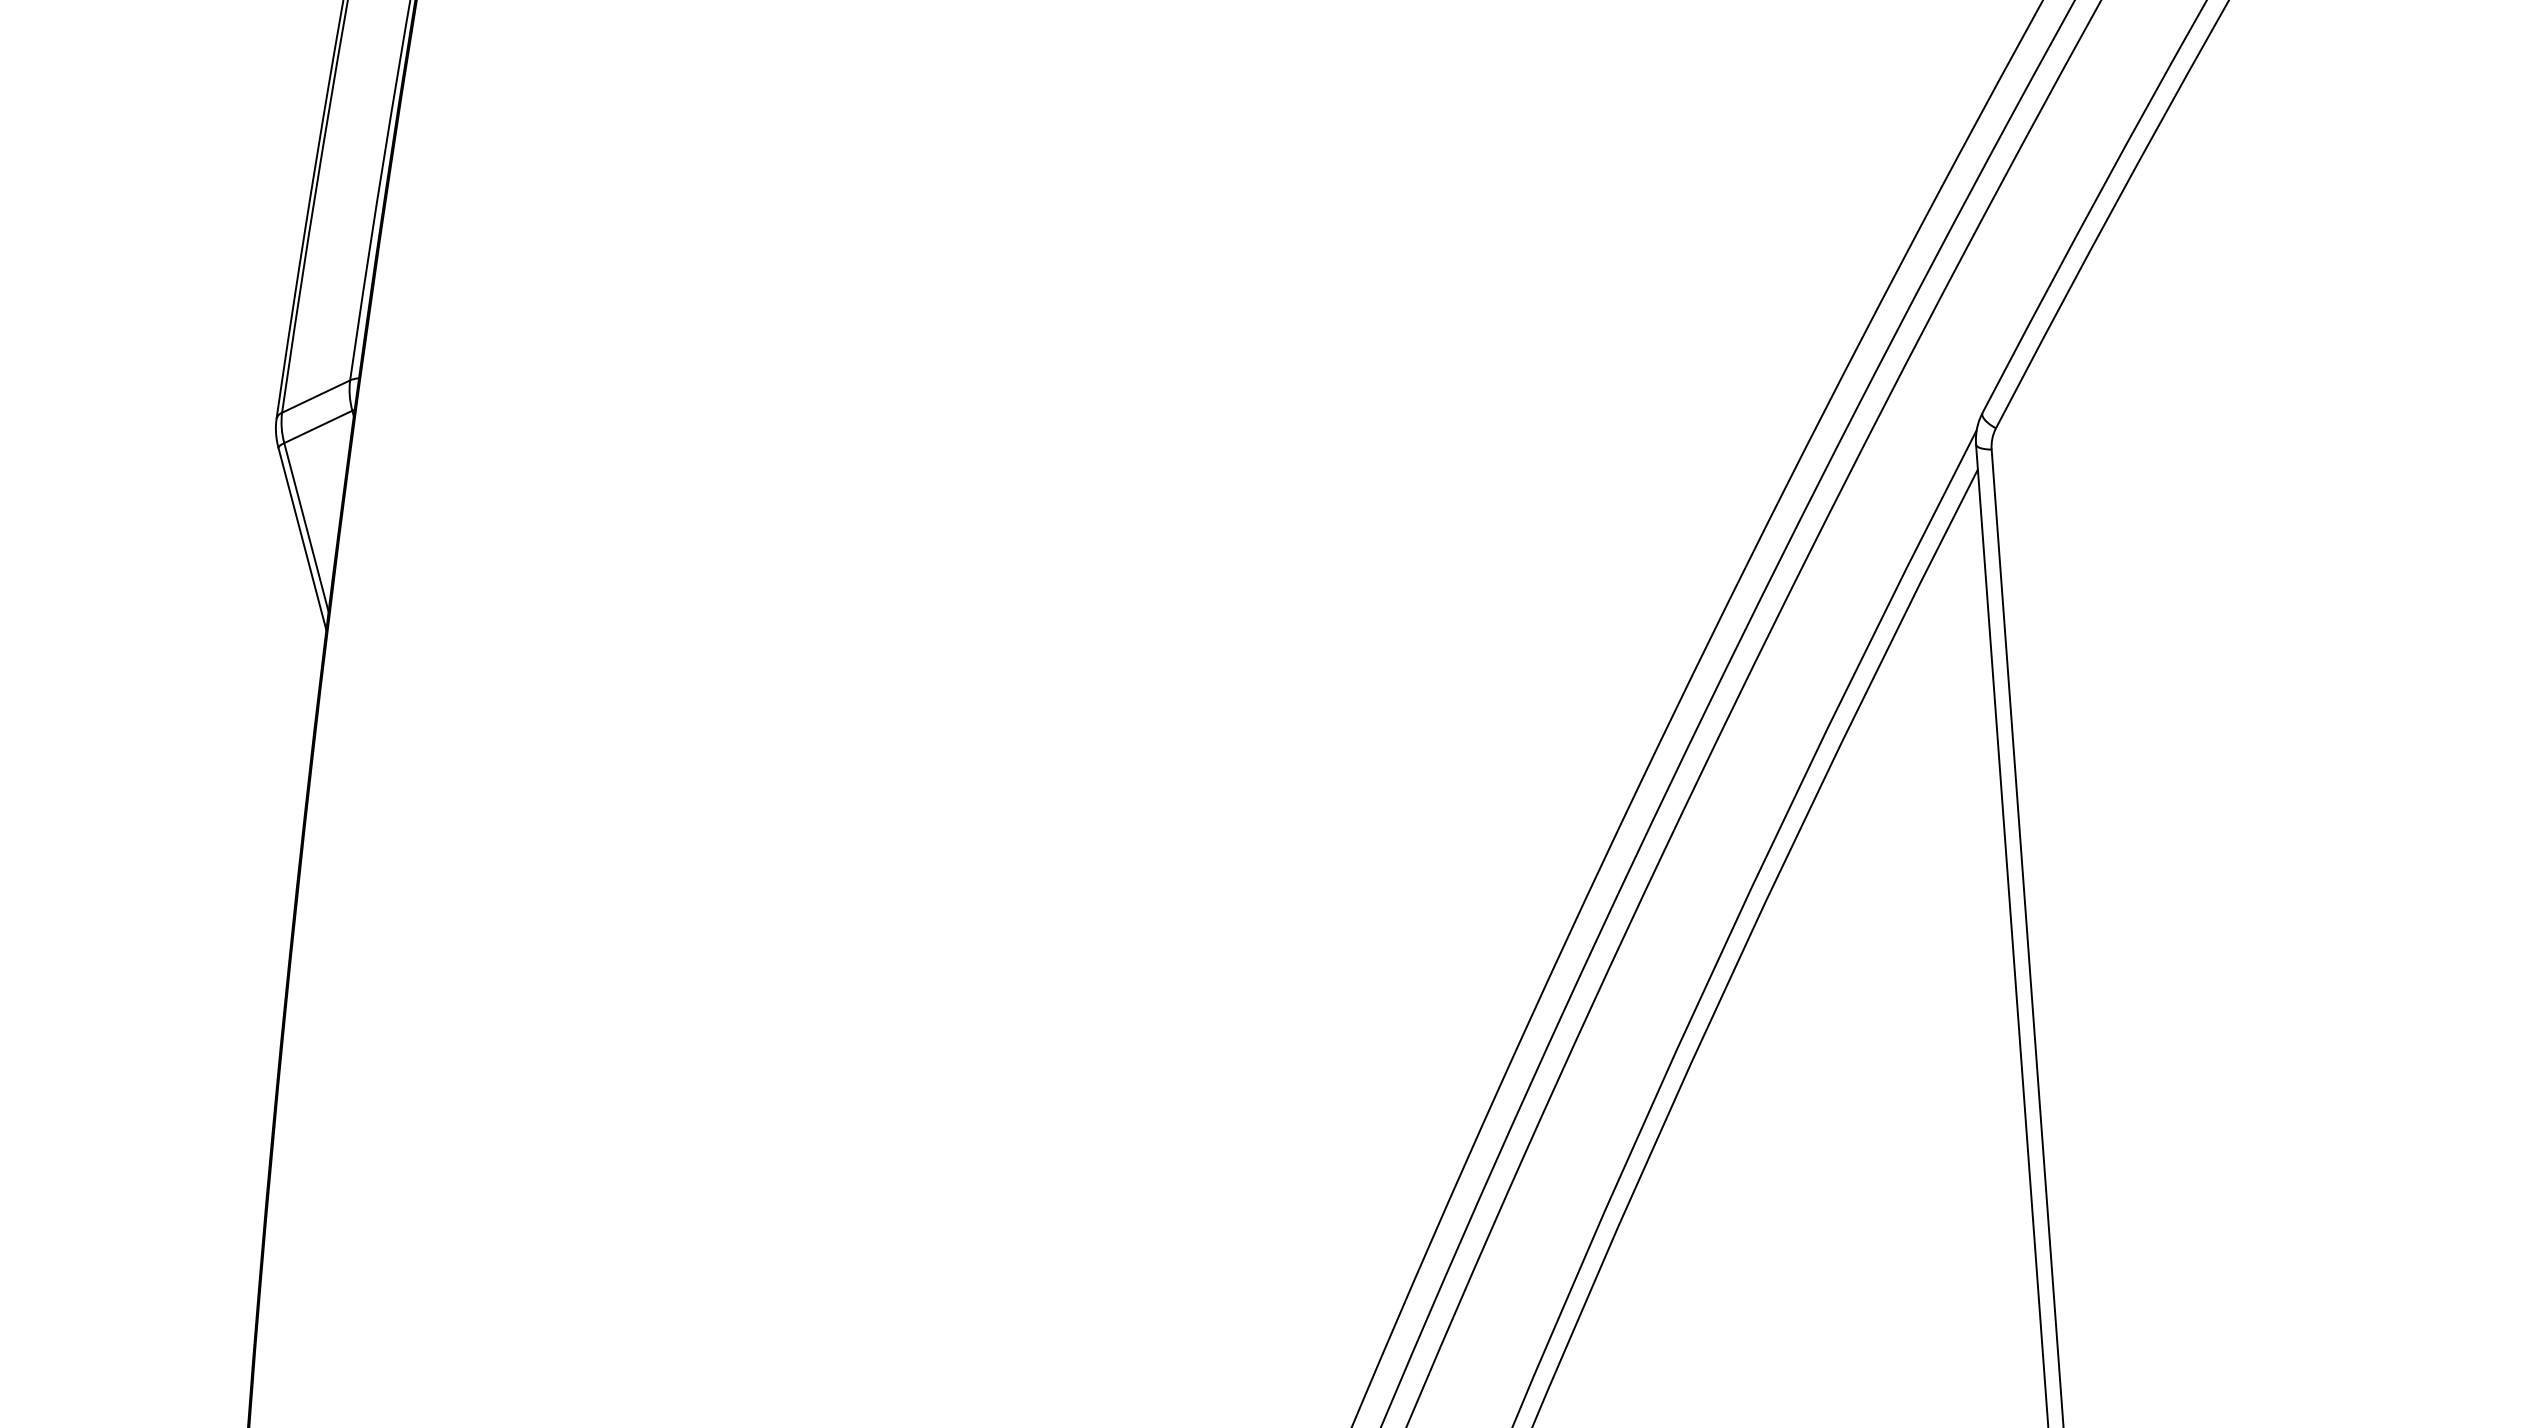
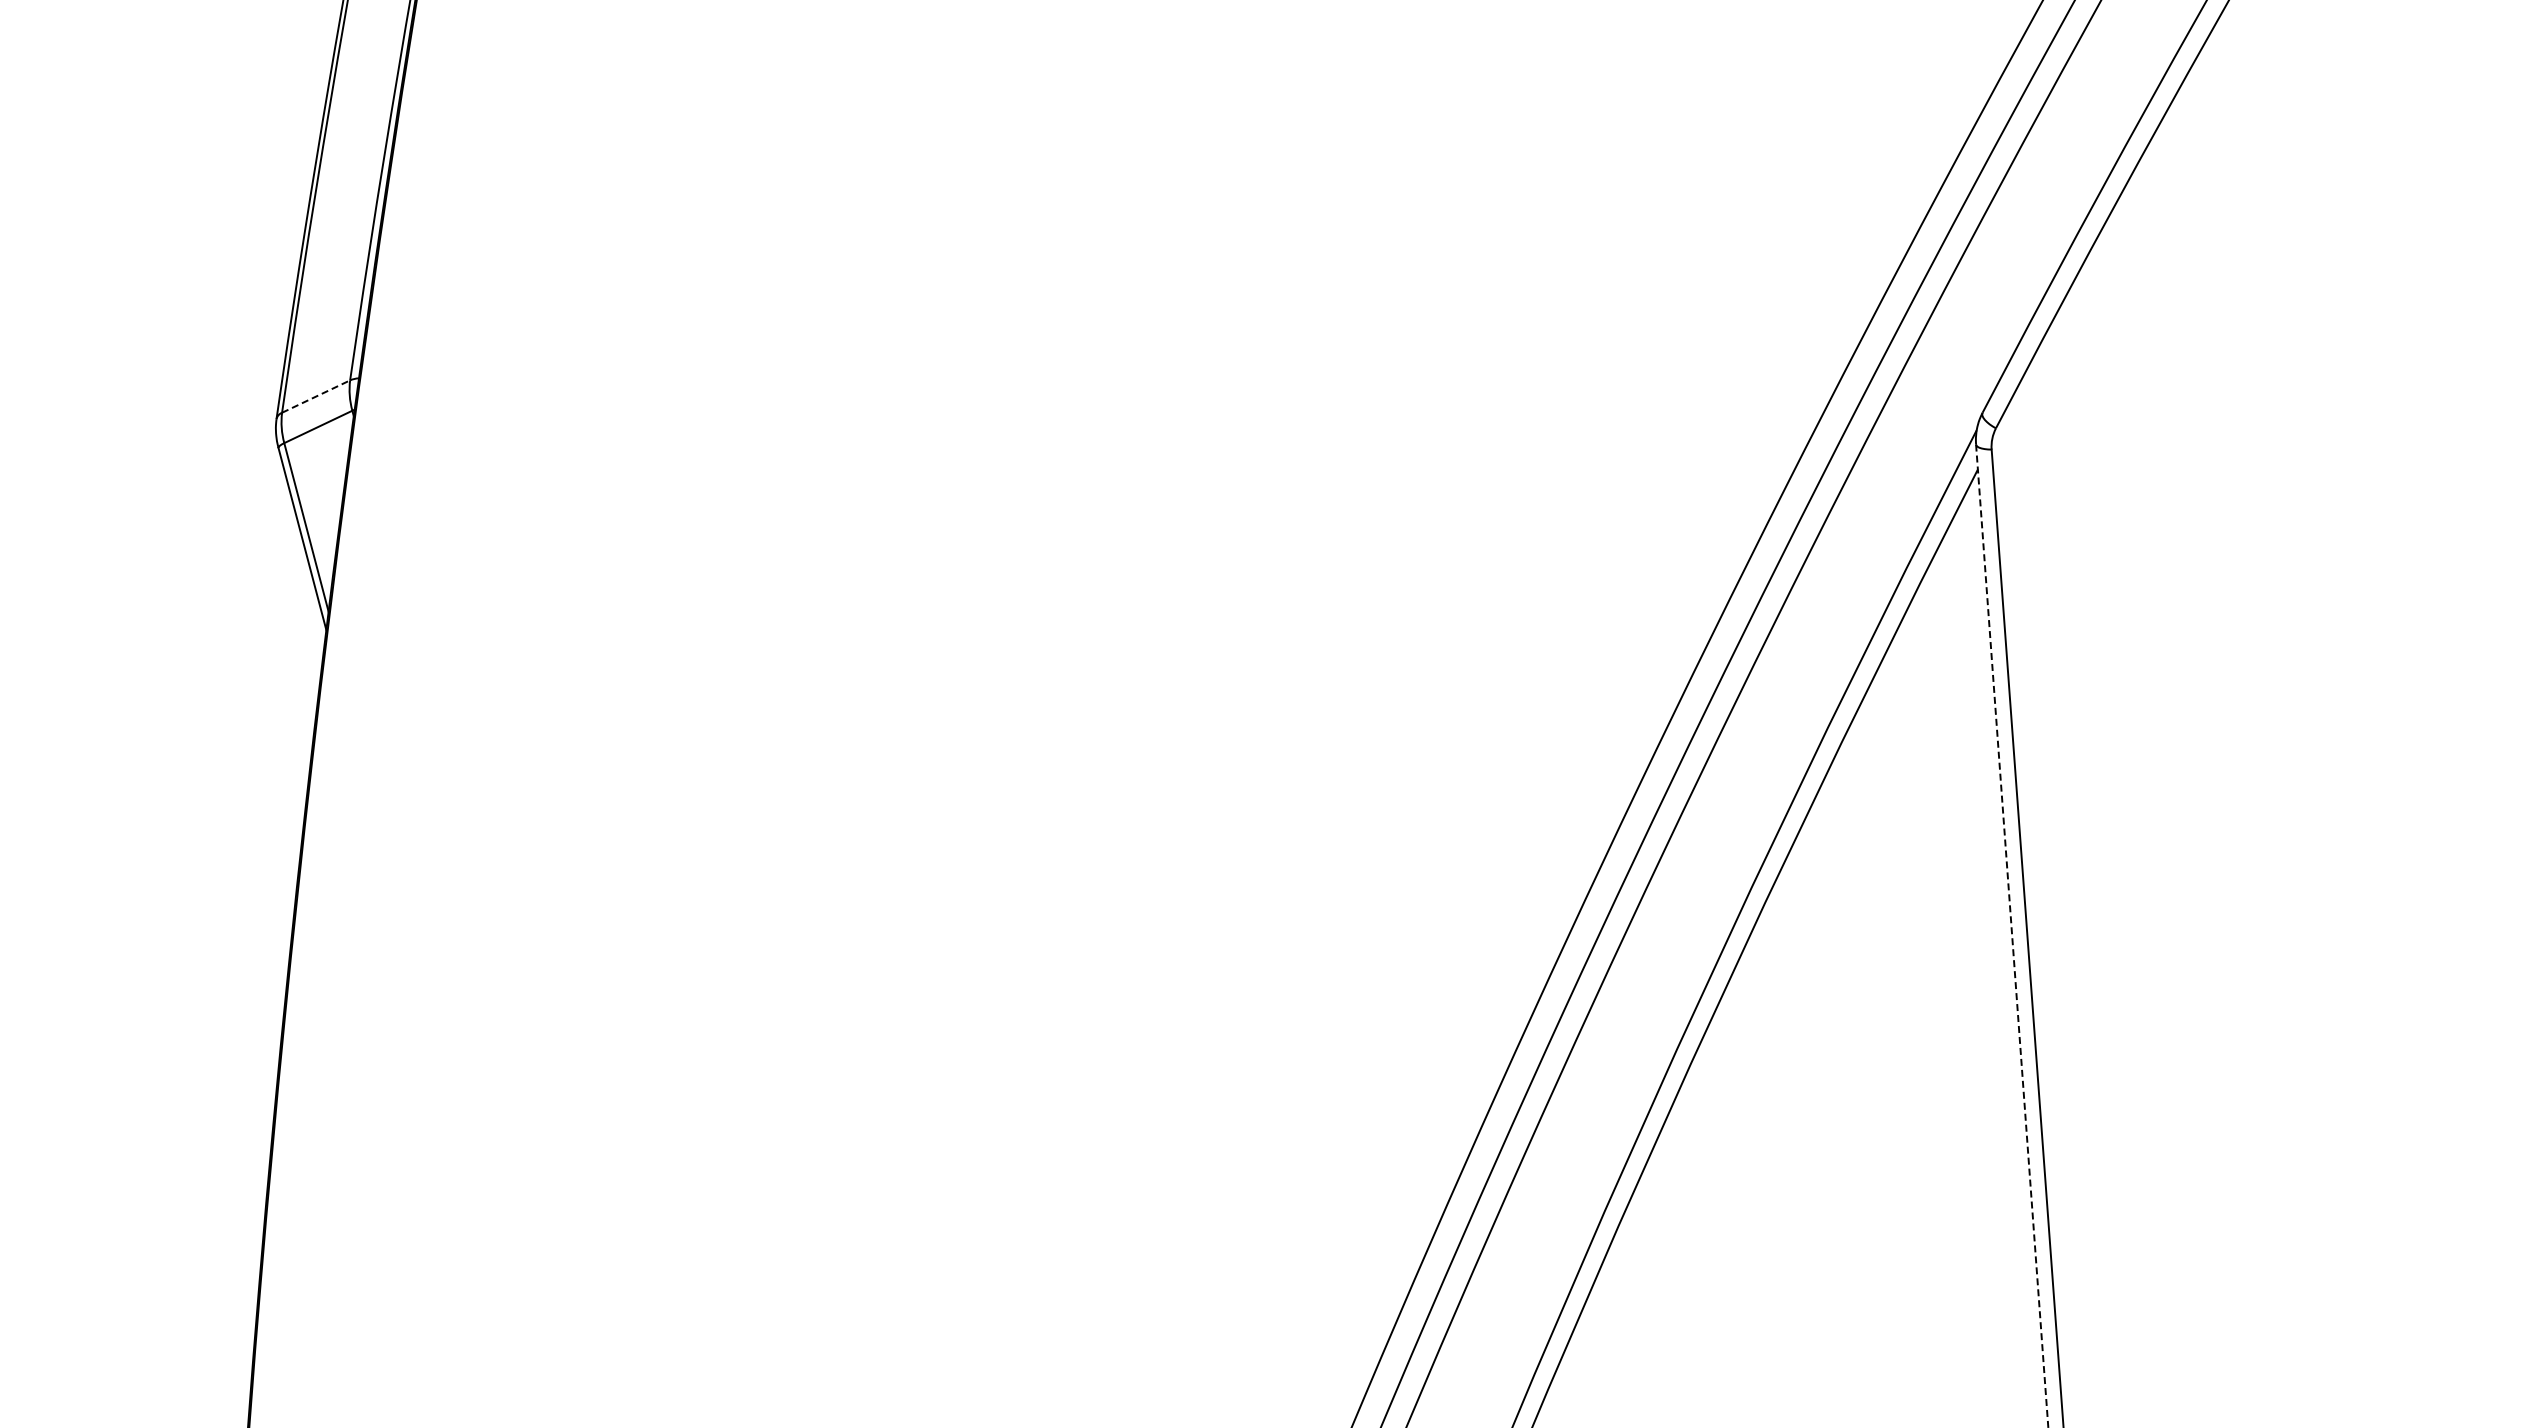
line at (316, 396): solid -> dashed
line at (2012, 936): solid -> dashed
